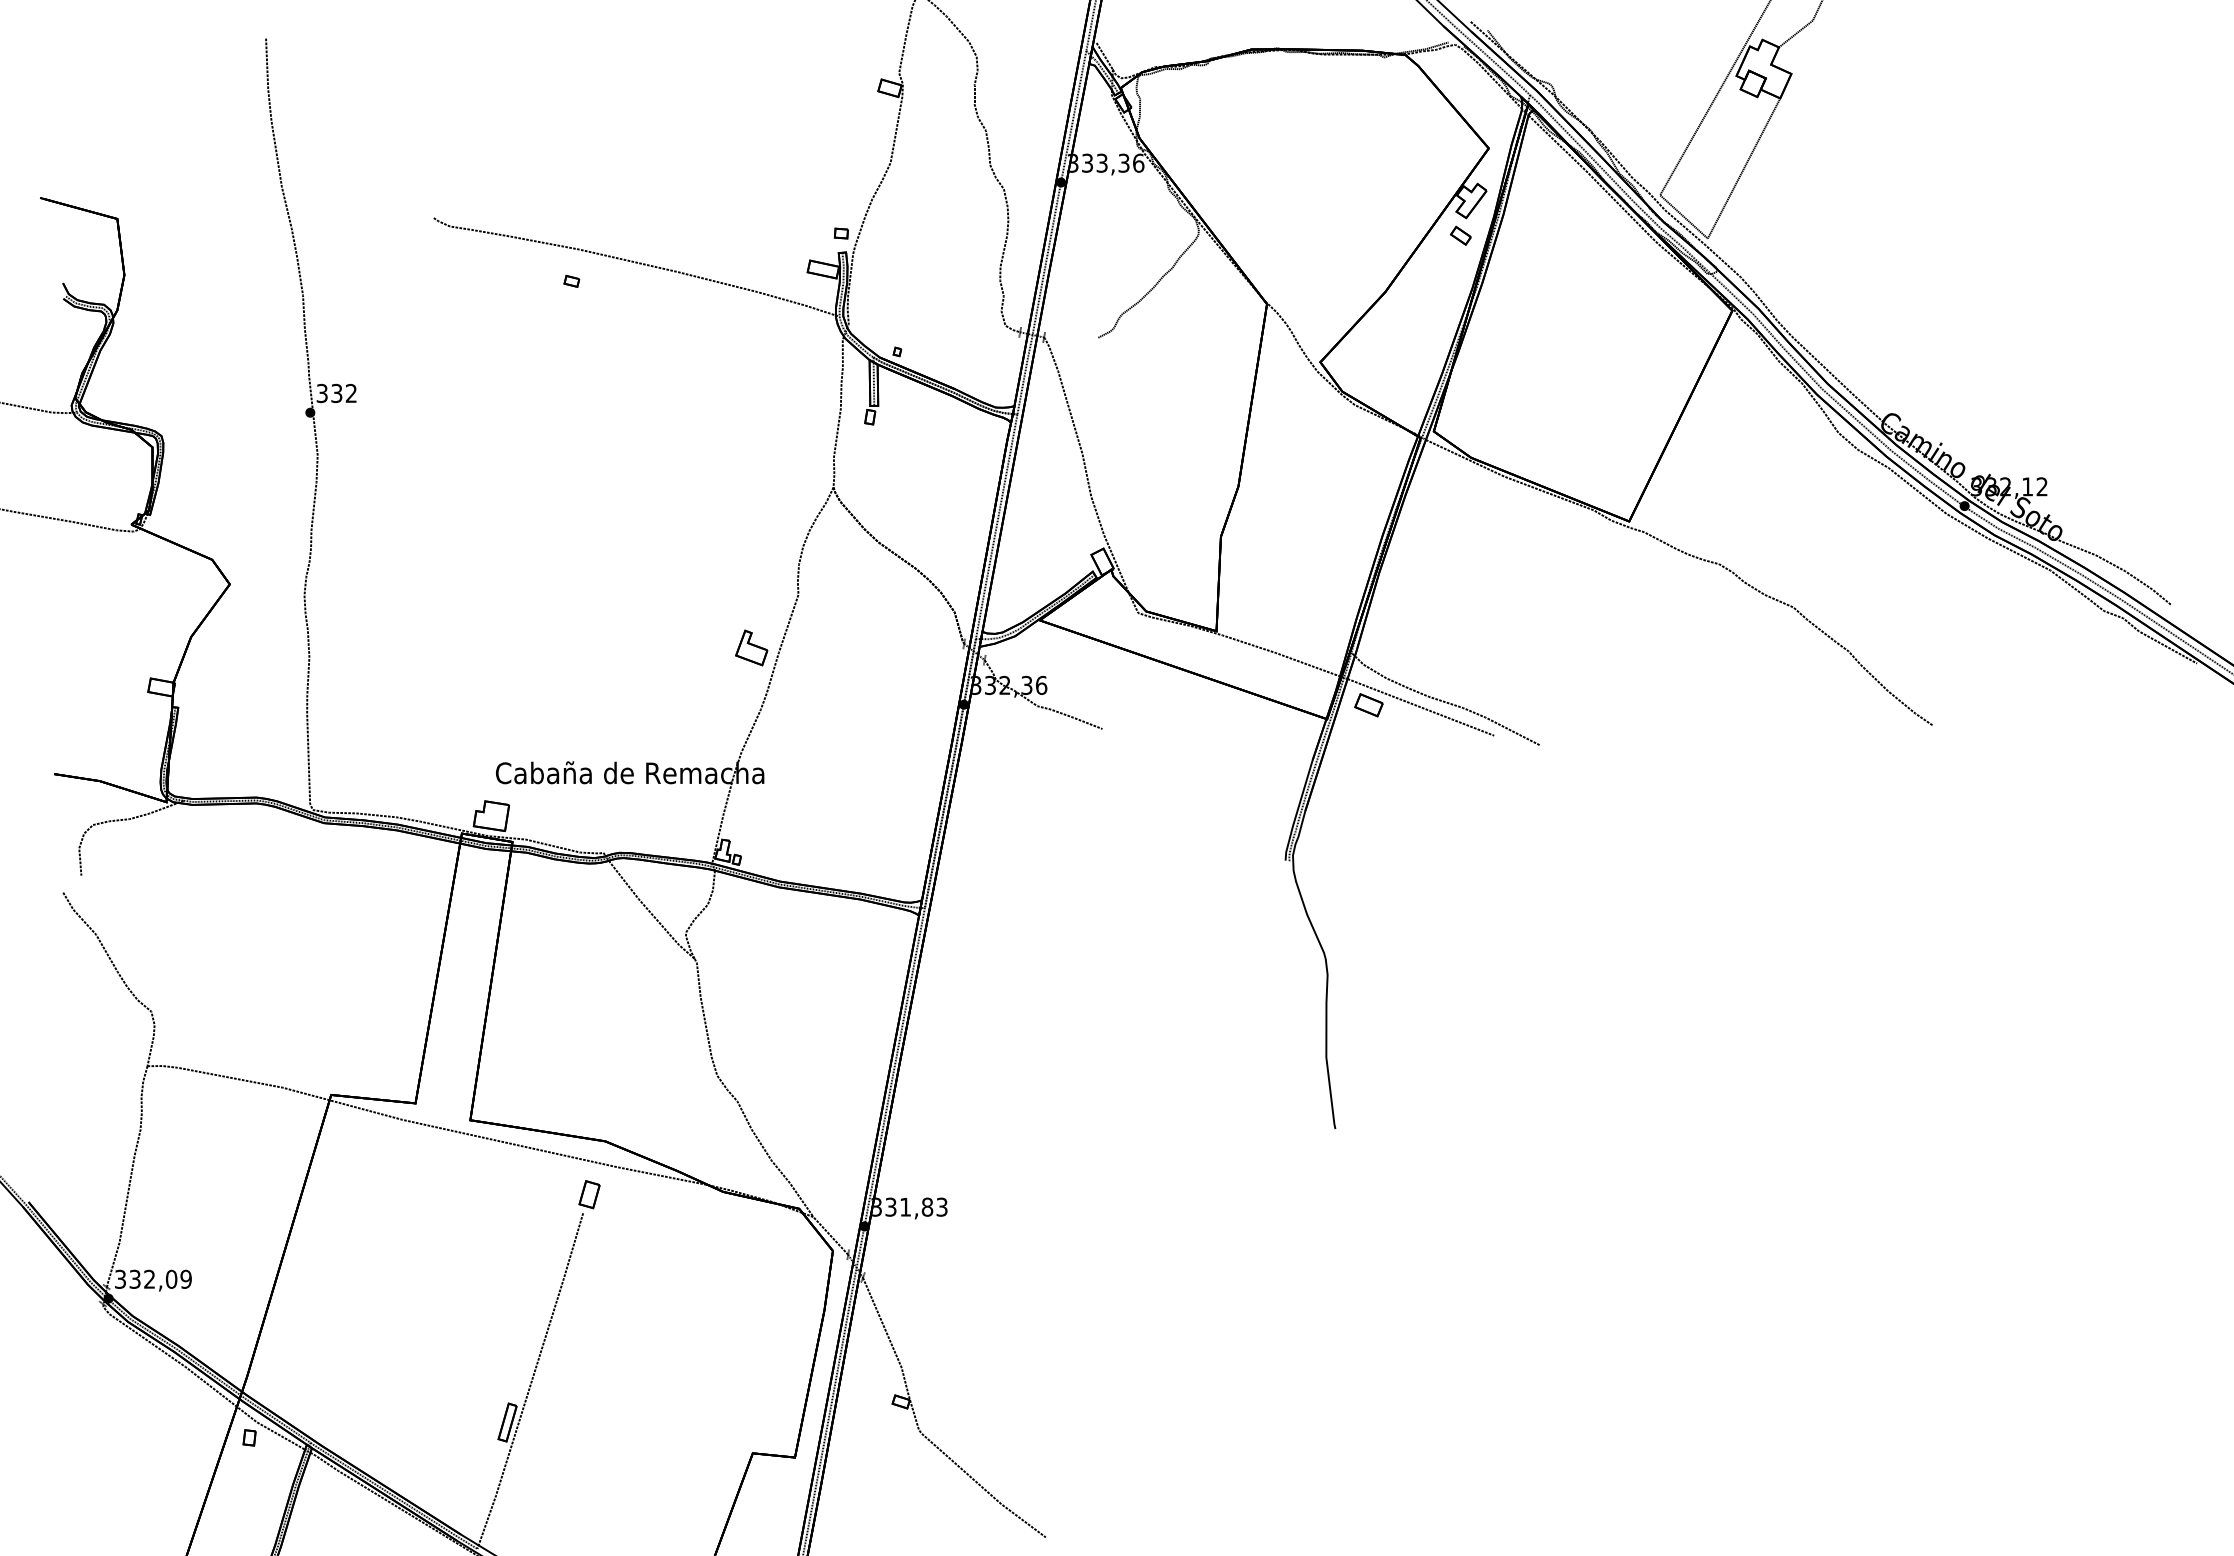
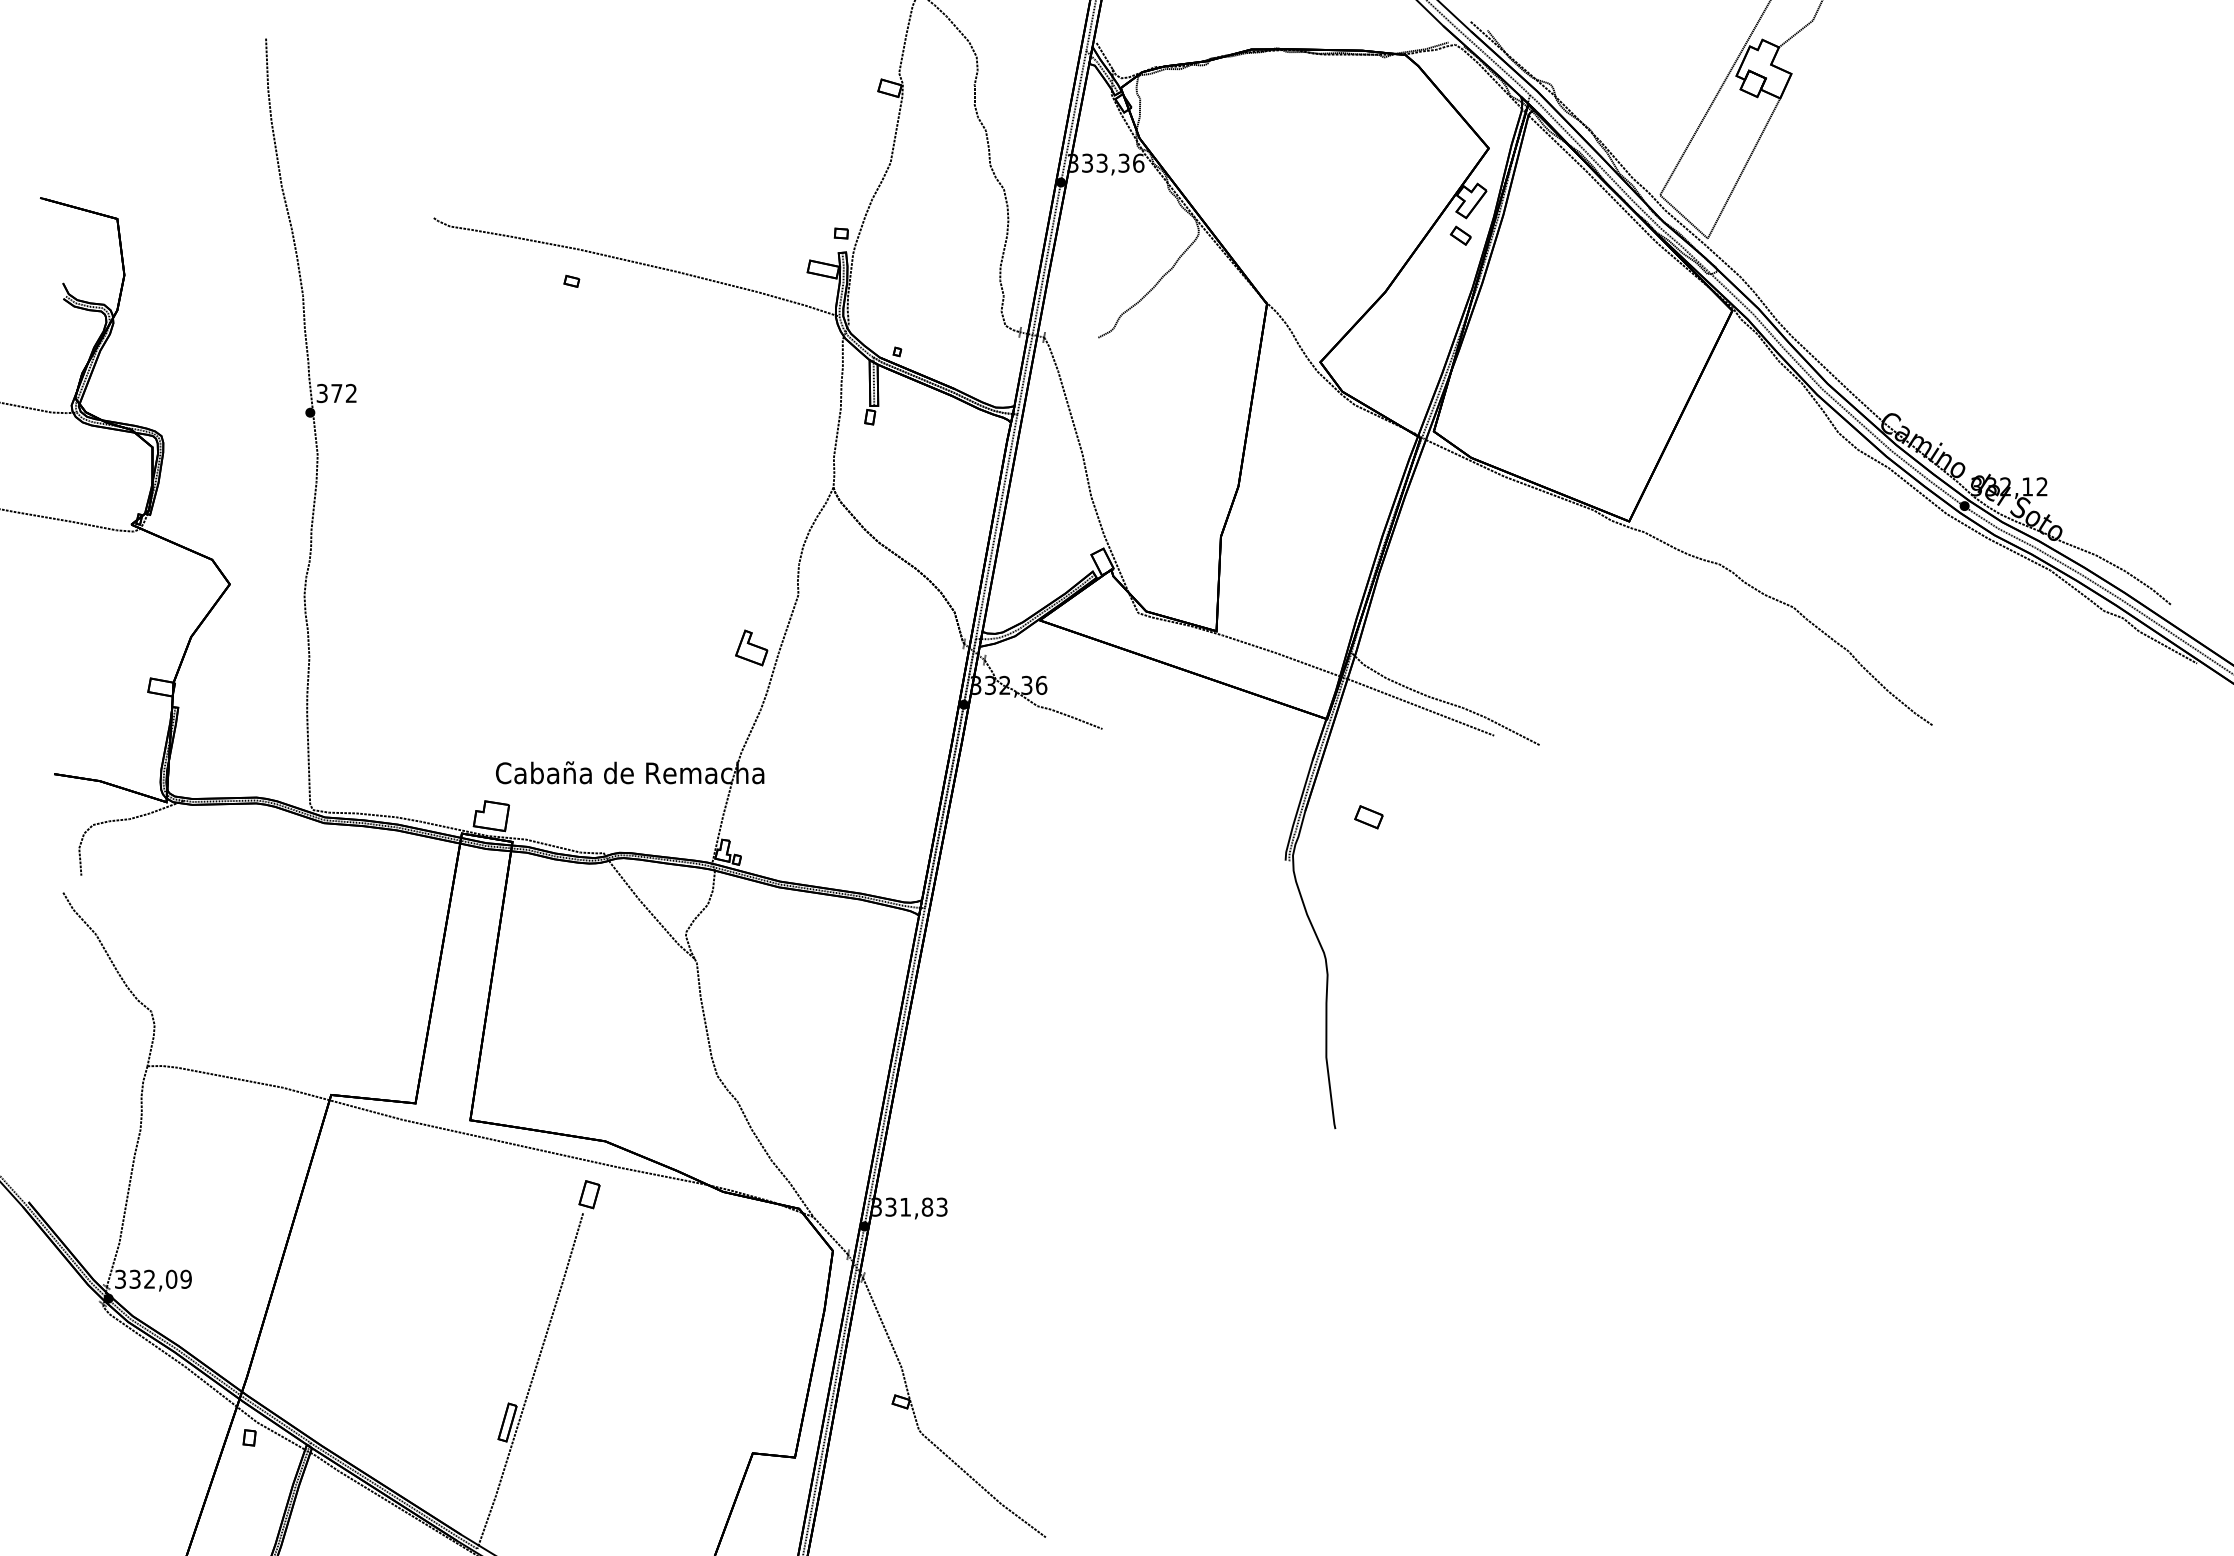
text at (336, 393): 332 -> 372
part at (1368, 705) position: (1368, 705) -> (1368, 817)
